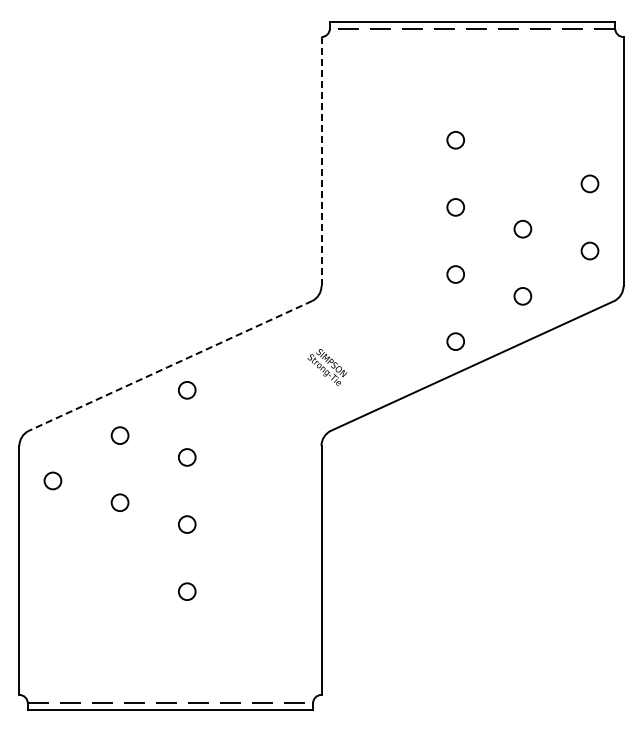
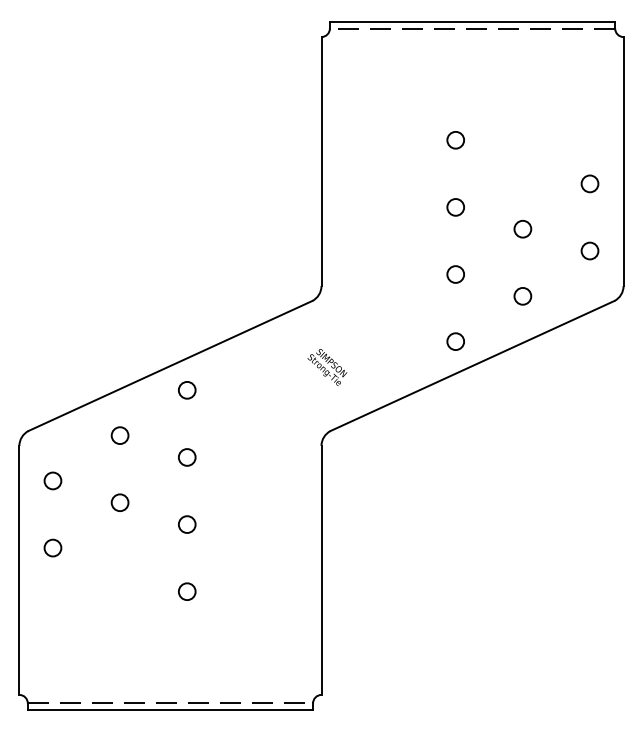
line at (321, 162): dashed -> solid
line at (170, 366): dashed -> solid
circle at (52, 547): none -> present
